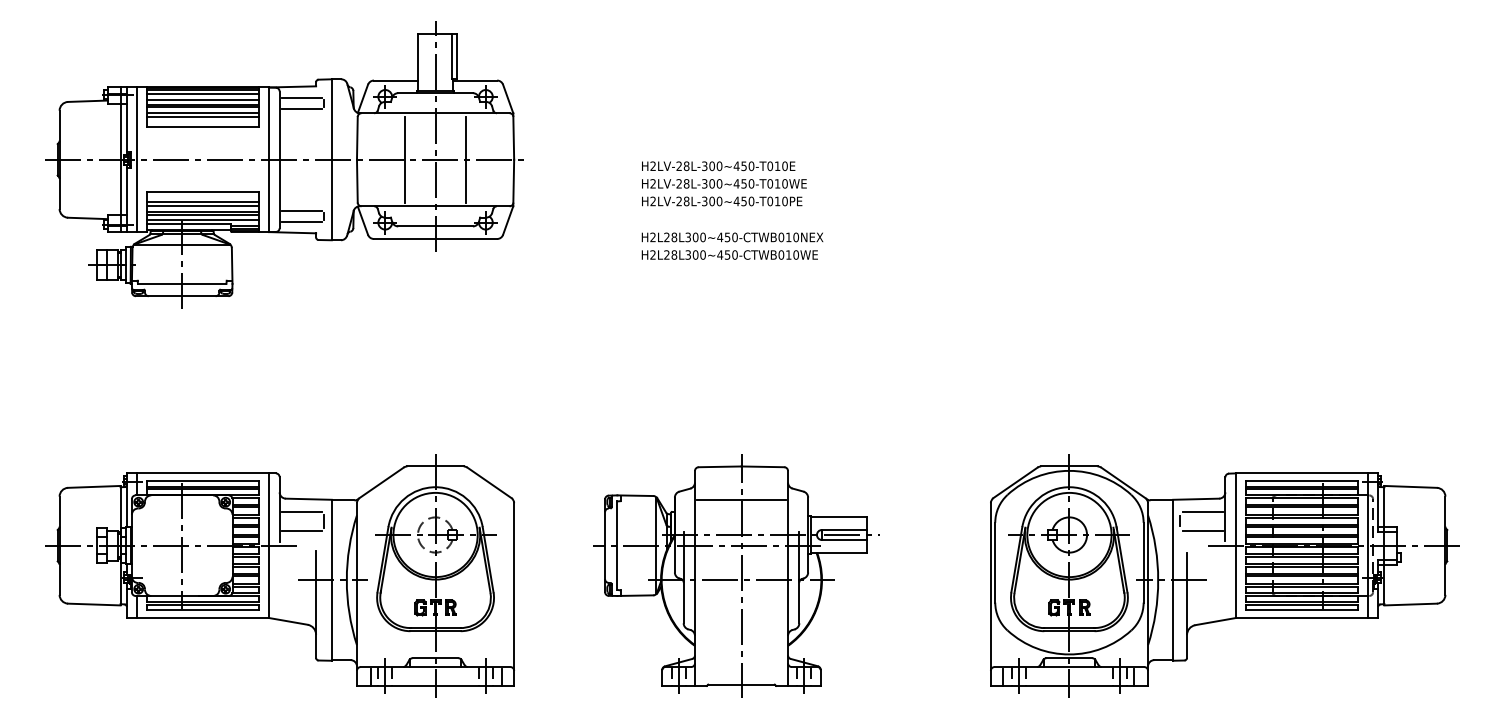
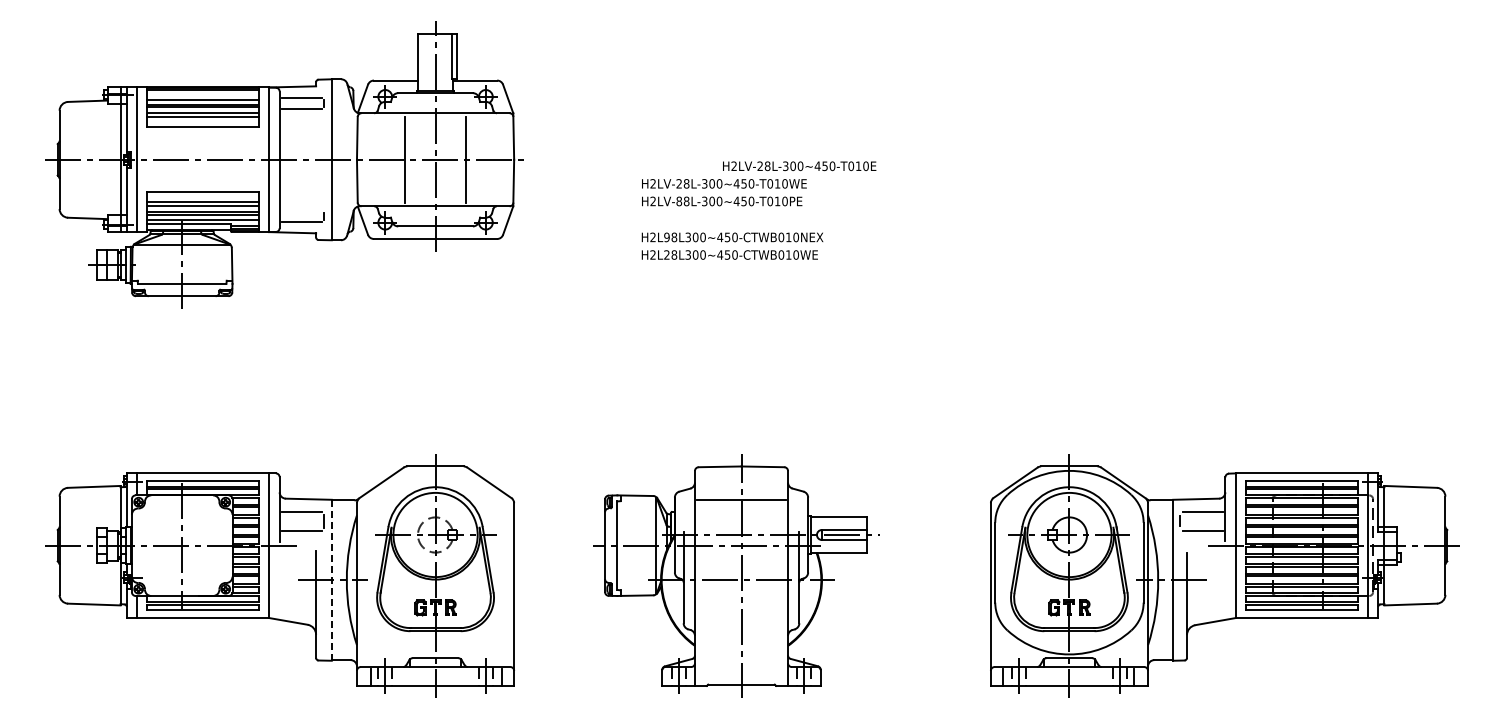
line at (202, 93): present -> none
text at (718, 166) position: (718, 166) -> (799, 166)
text at (679, 201): H2LV-28L-300~450-T010PE -> H2LV-88L-300~450-T010PE
line at (301, 210): present -> none
text at (666, 237): H2L28L300~450-CTWB010NEX -> H2L98L300~450-CTWB010NEX
line at (331, 580): solid -> dashed
